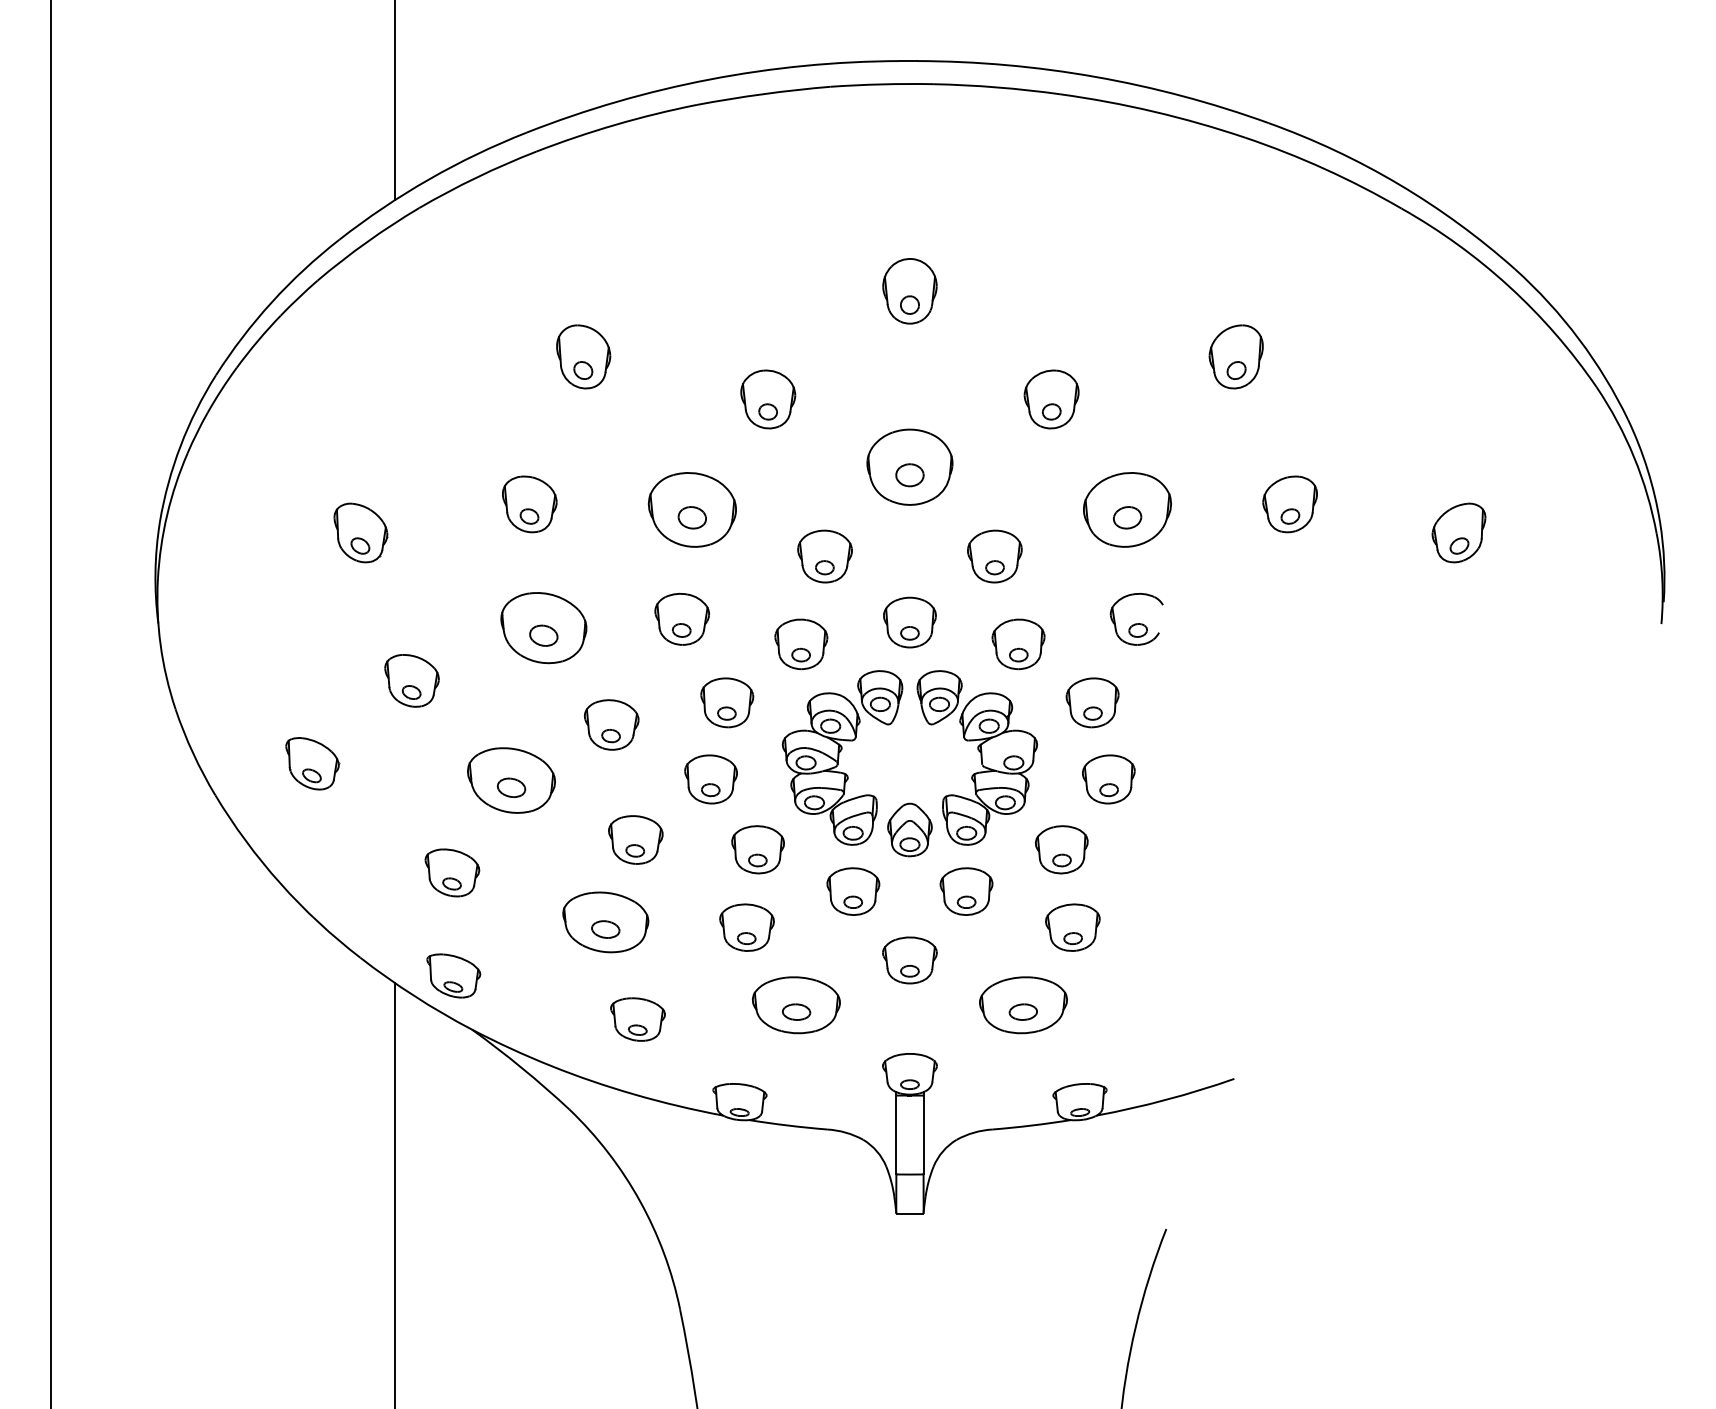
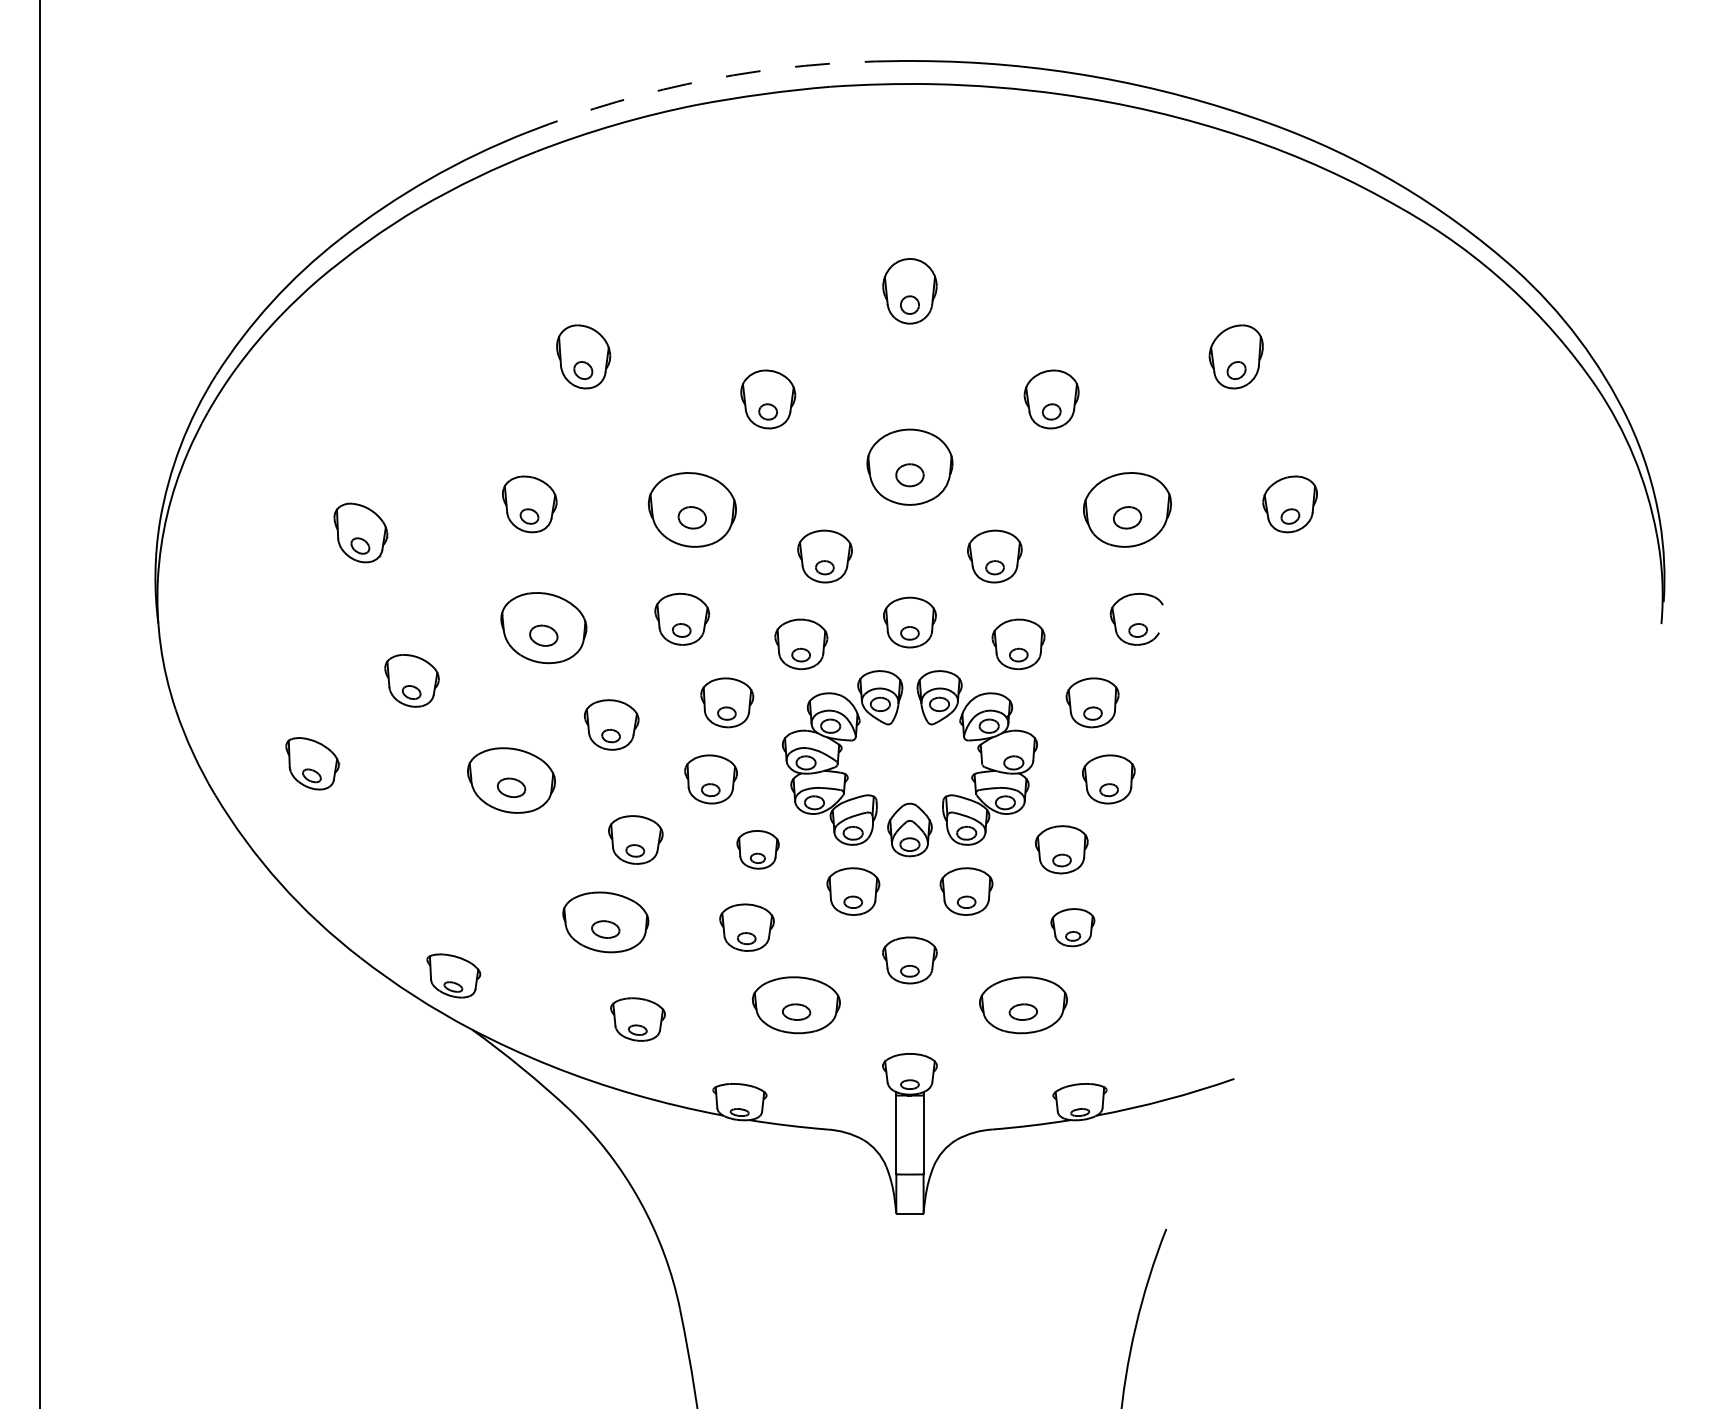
arc at (709, 79): solid -> dashed
line at (394, 101): present -> none
part at (1458, 532): present -> none
line at (51, 703) position: (51, 703) -> (40, 703)
part at (757, 849) size: 54x50 px -> 44x40 px
part at (452, 872): present -> none
part at (1072, 927) size: 56x49 px -> 46x40 px
line at (394, 1194): present -> none
